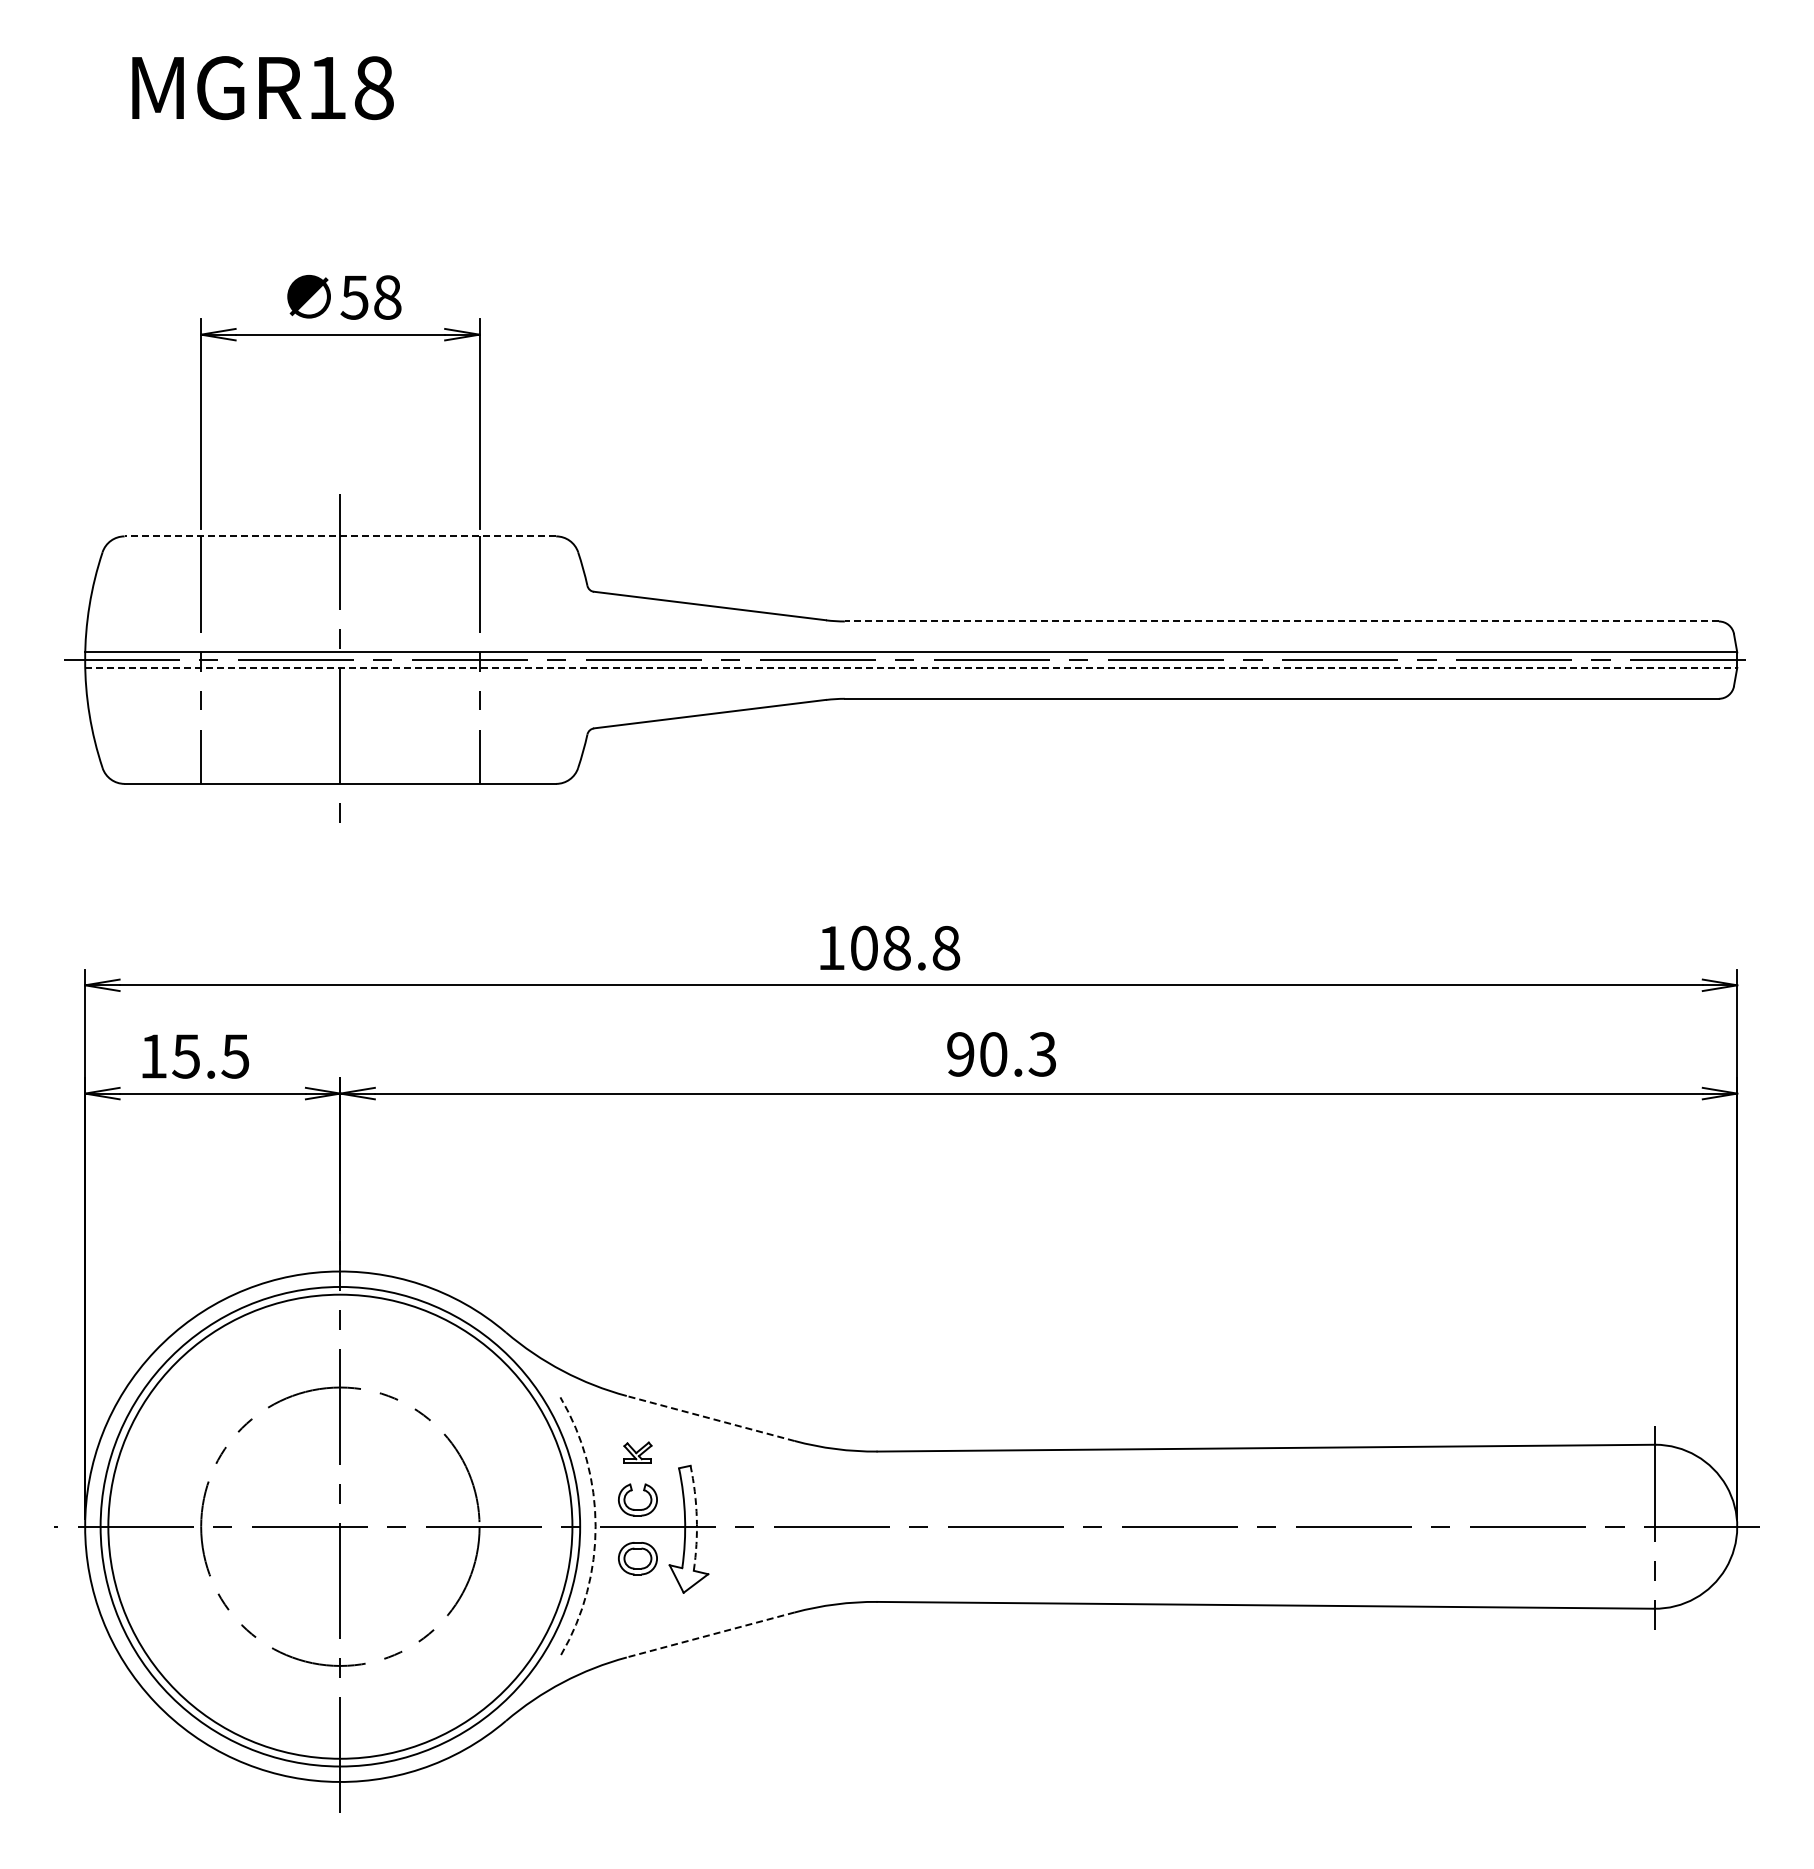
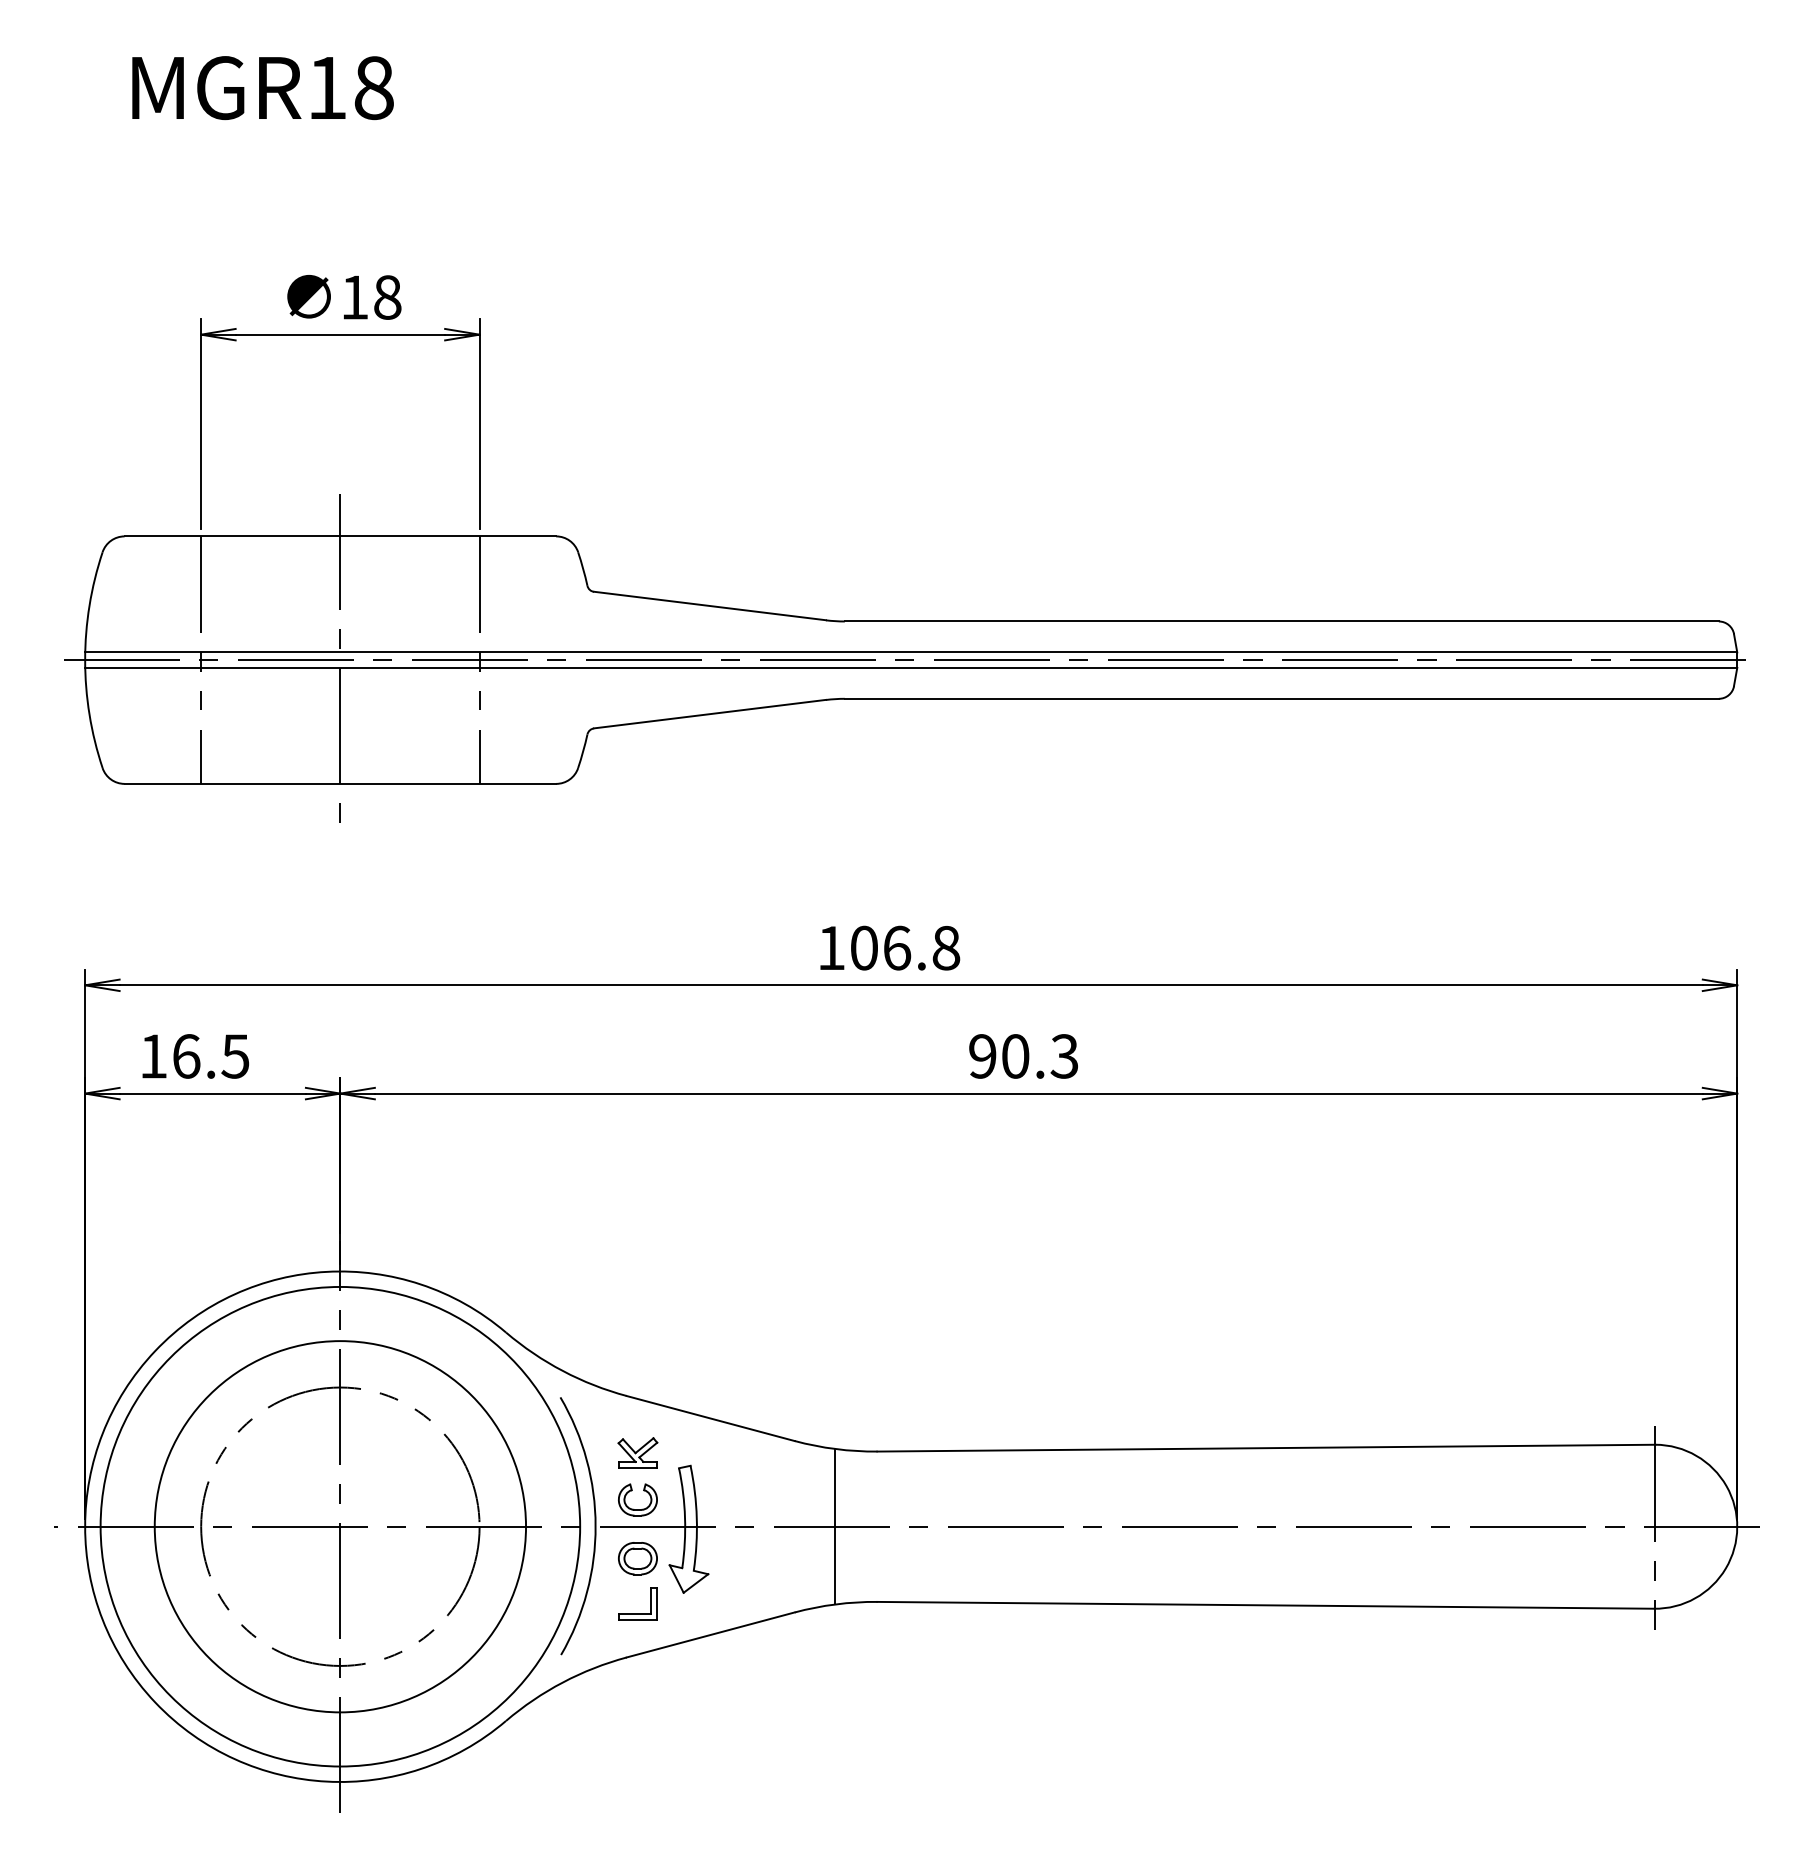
text at (354, 297): 58 -> 18
line at (340, 536): dashed -> solid
line at (1281, 621): dashed -> solid
line at (911, 667): dashed -> solid
text at (897, 947): 108.8 -> 106.8
text at (1001, 1054) position: (1001, 1054) -> (1023, 1056)
text at (186, 1056): 15.5 -> 16.5
line at (710, 1418): dashed -> solid
part at (637, 1452) size: 30x23 px -> 42x32 px
arc at (696, 1518): dashed -> solid
circle at (340, 1526) diameter: 464 px -> 371 px
arc at (595, 1526): dashed -> solid
line at (835, 1526): none -> present
part at (637, 1613): none -> present
line at (710, 1634): dashed -> solid
